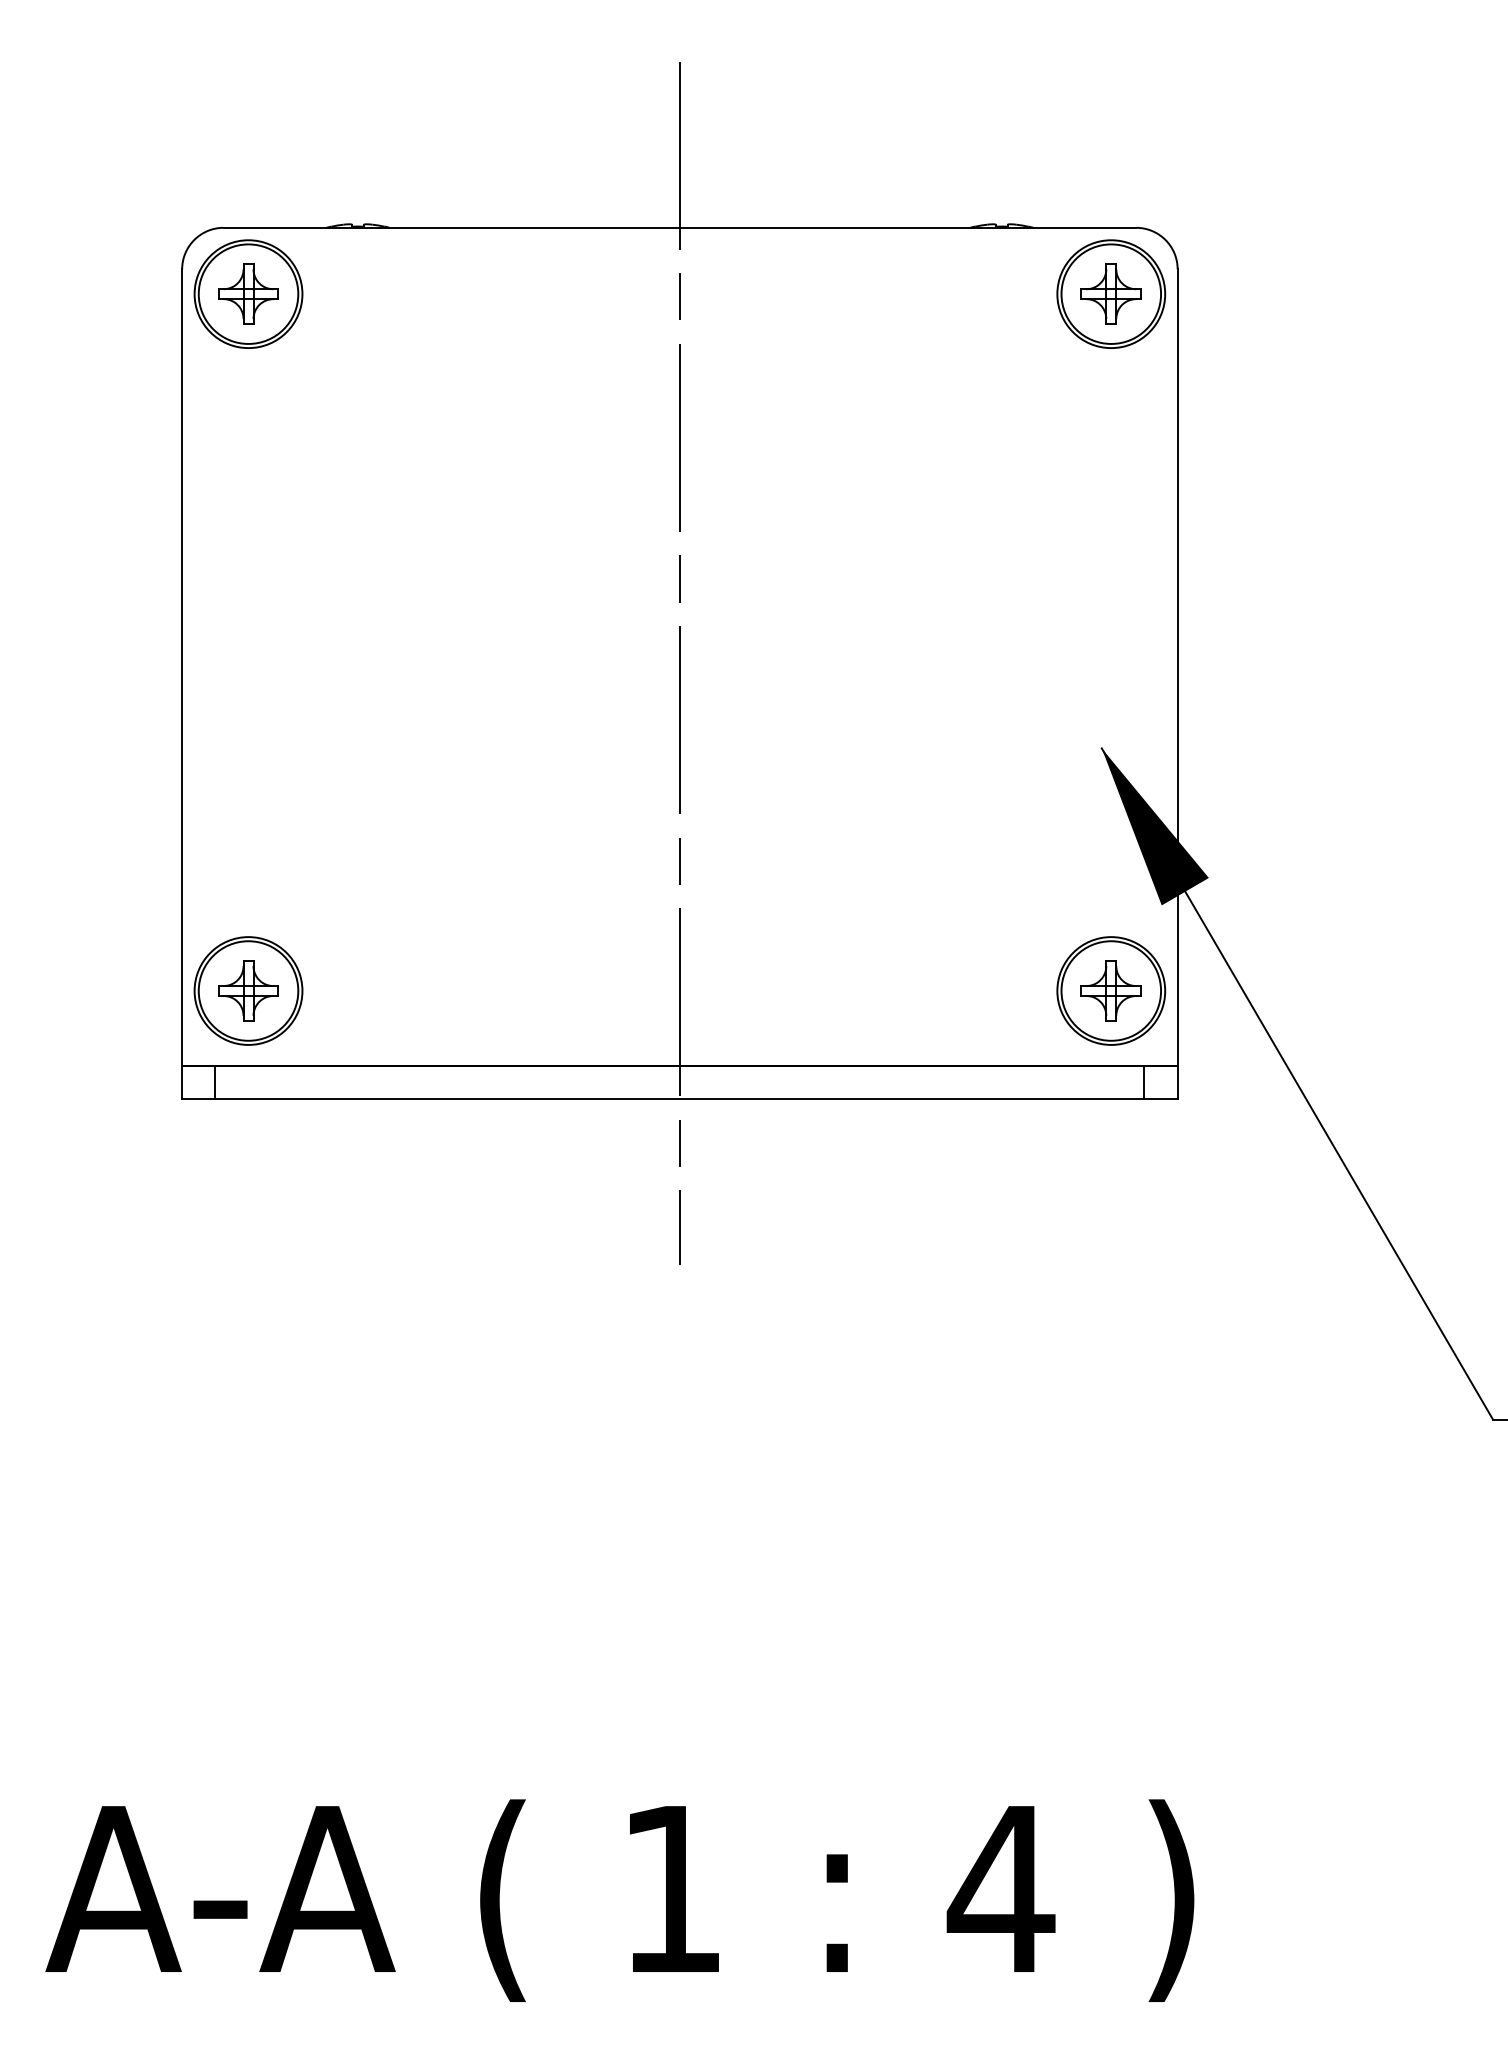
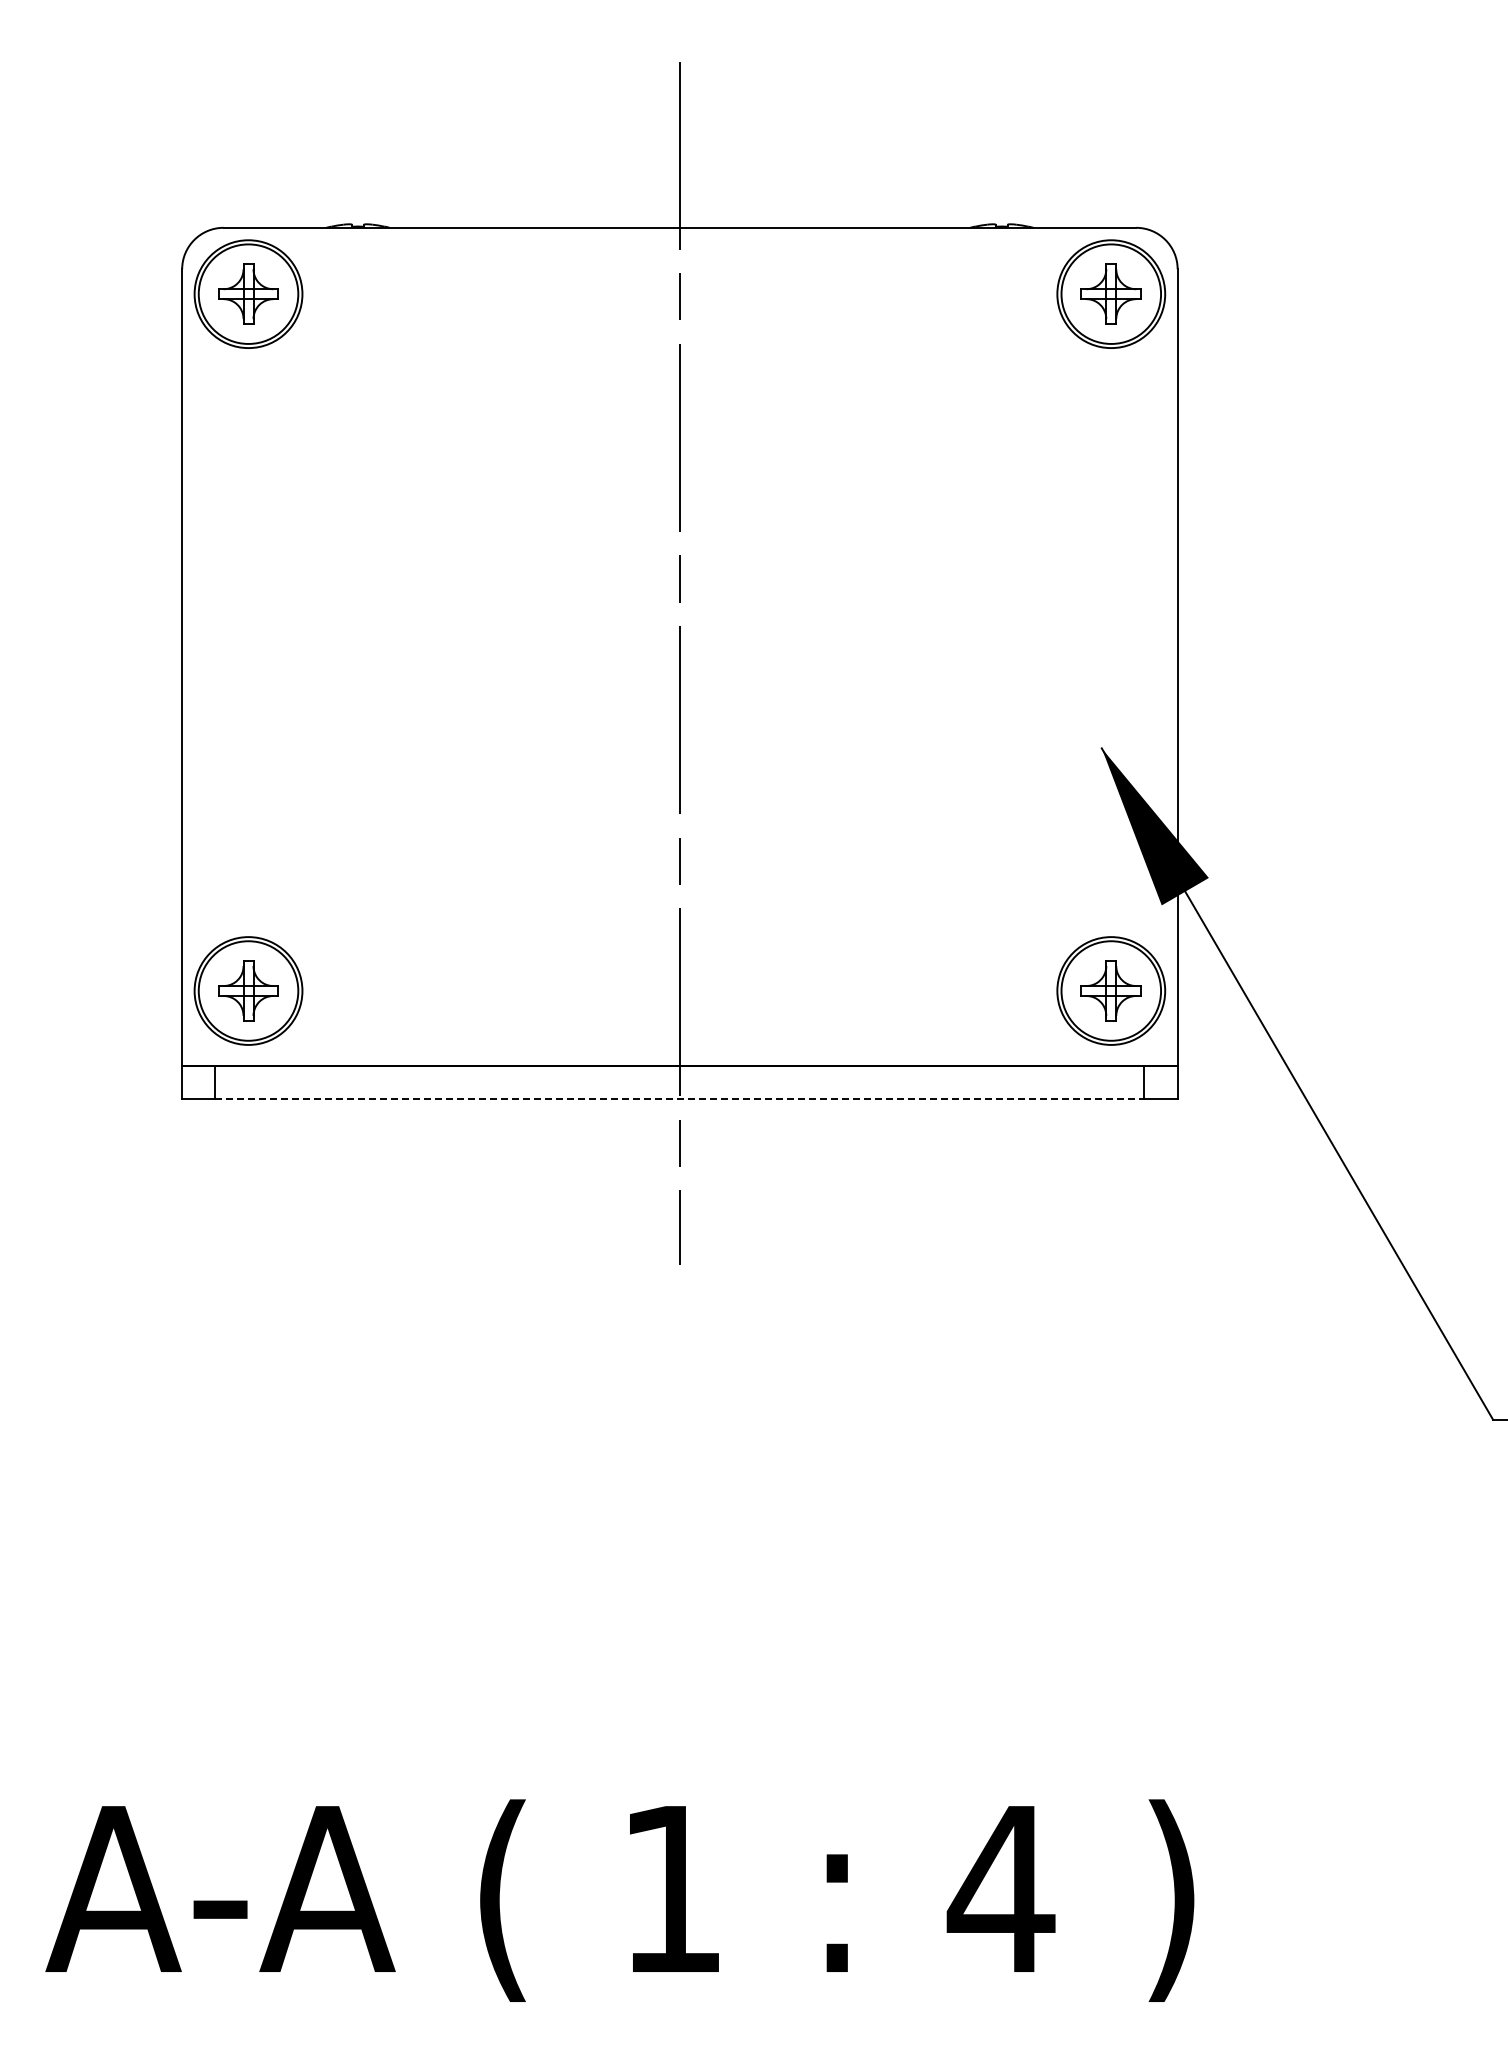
line at (679, 1098): solid -> dashed
